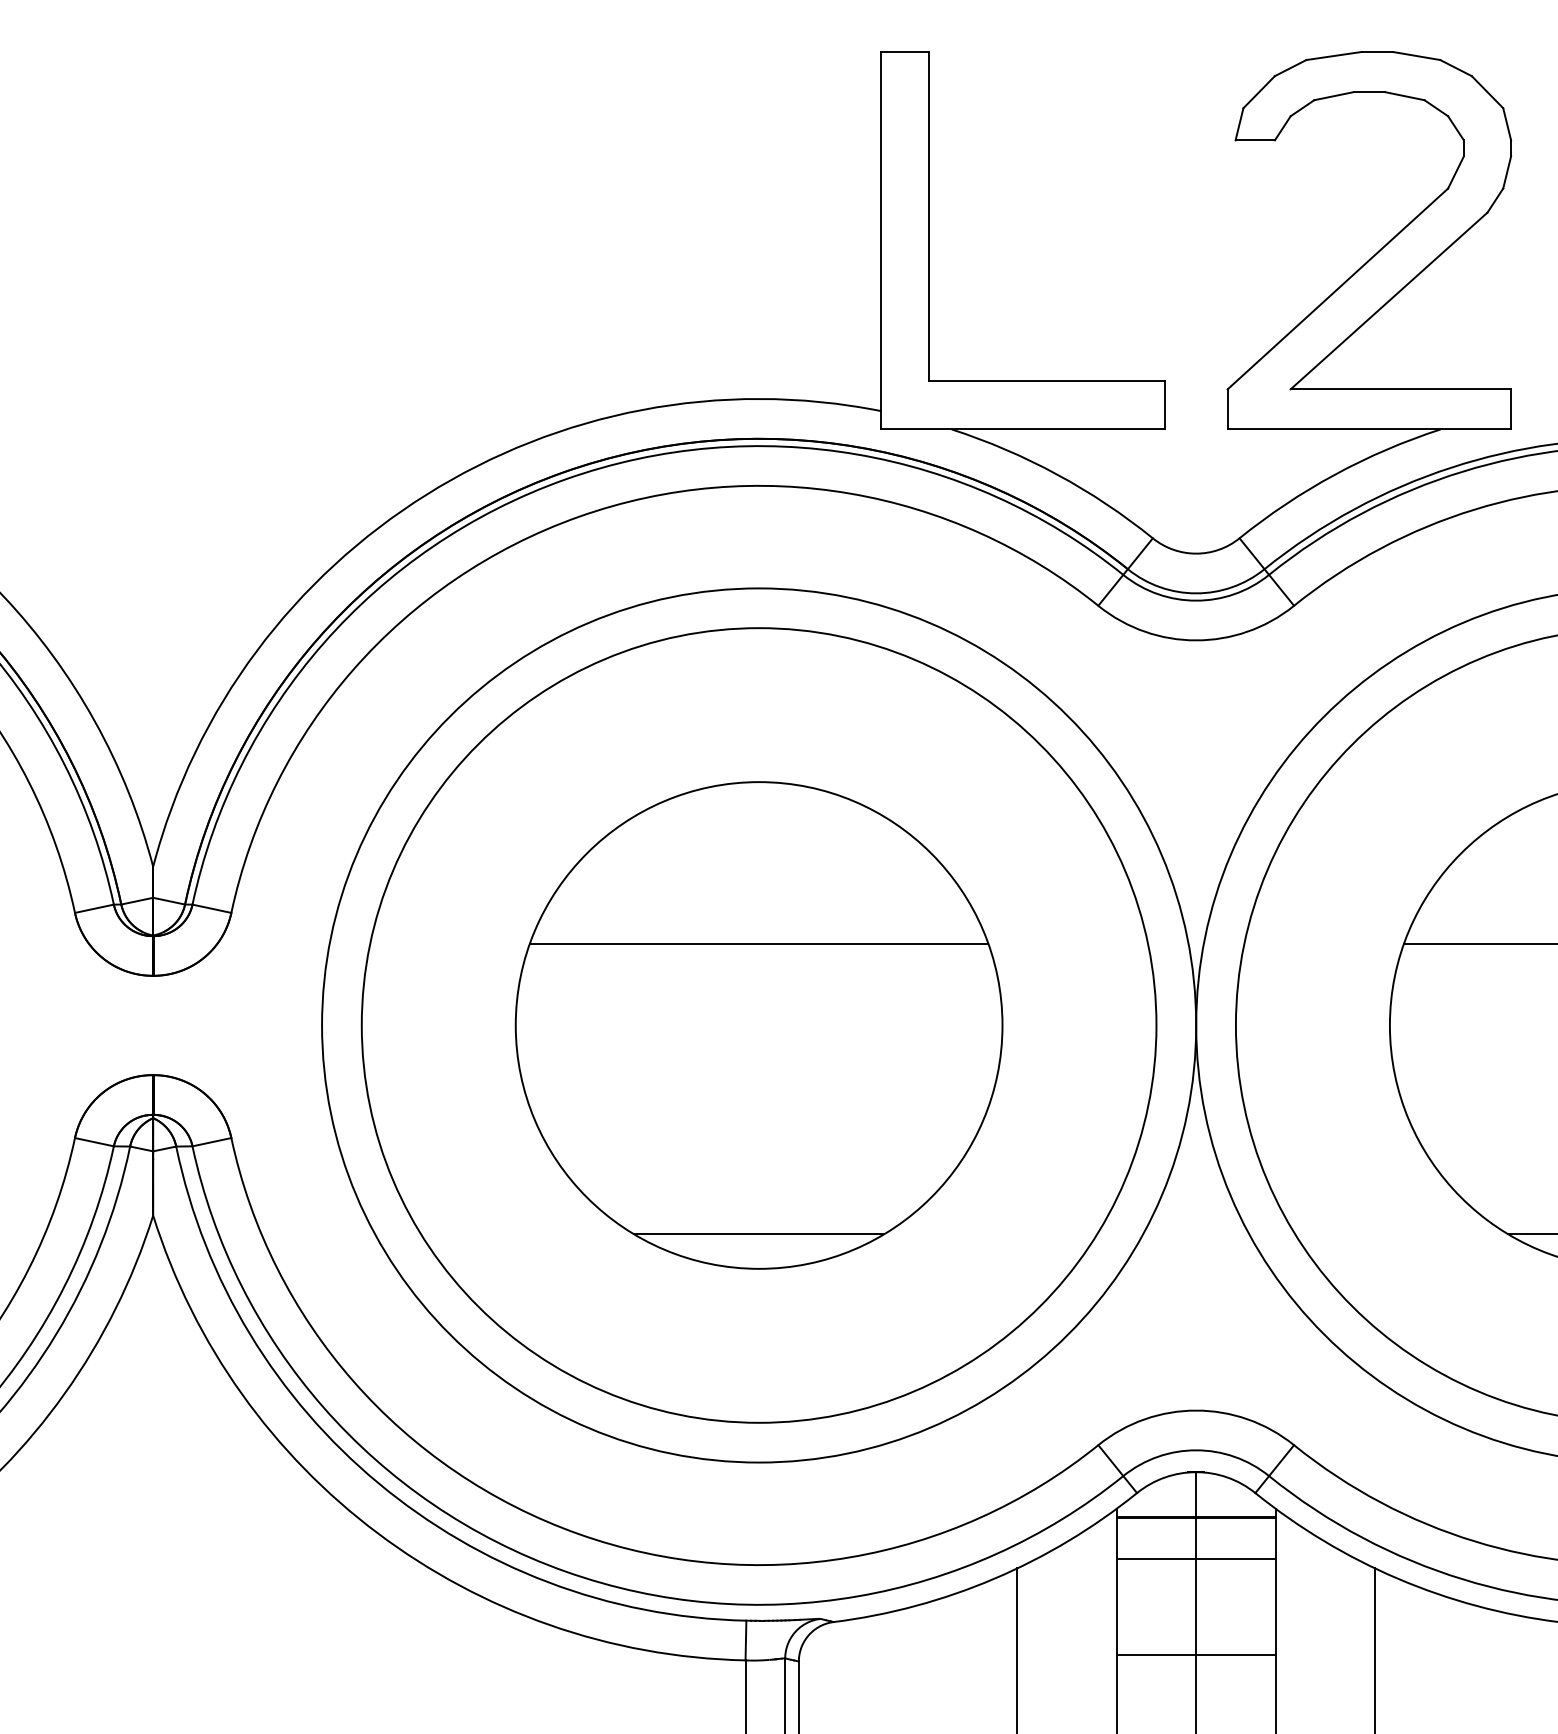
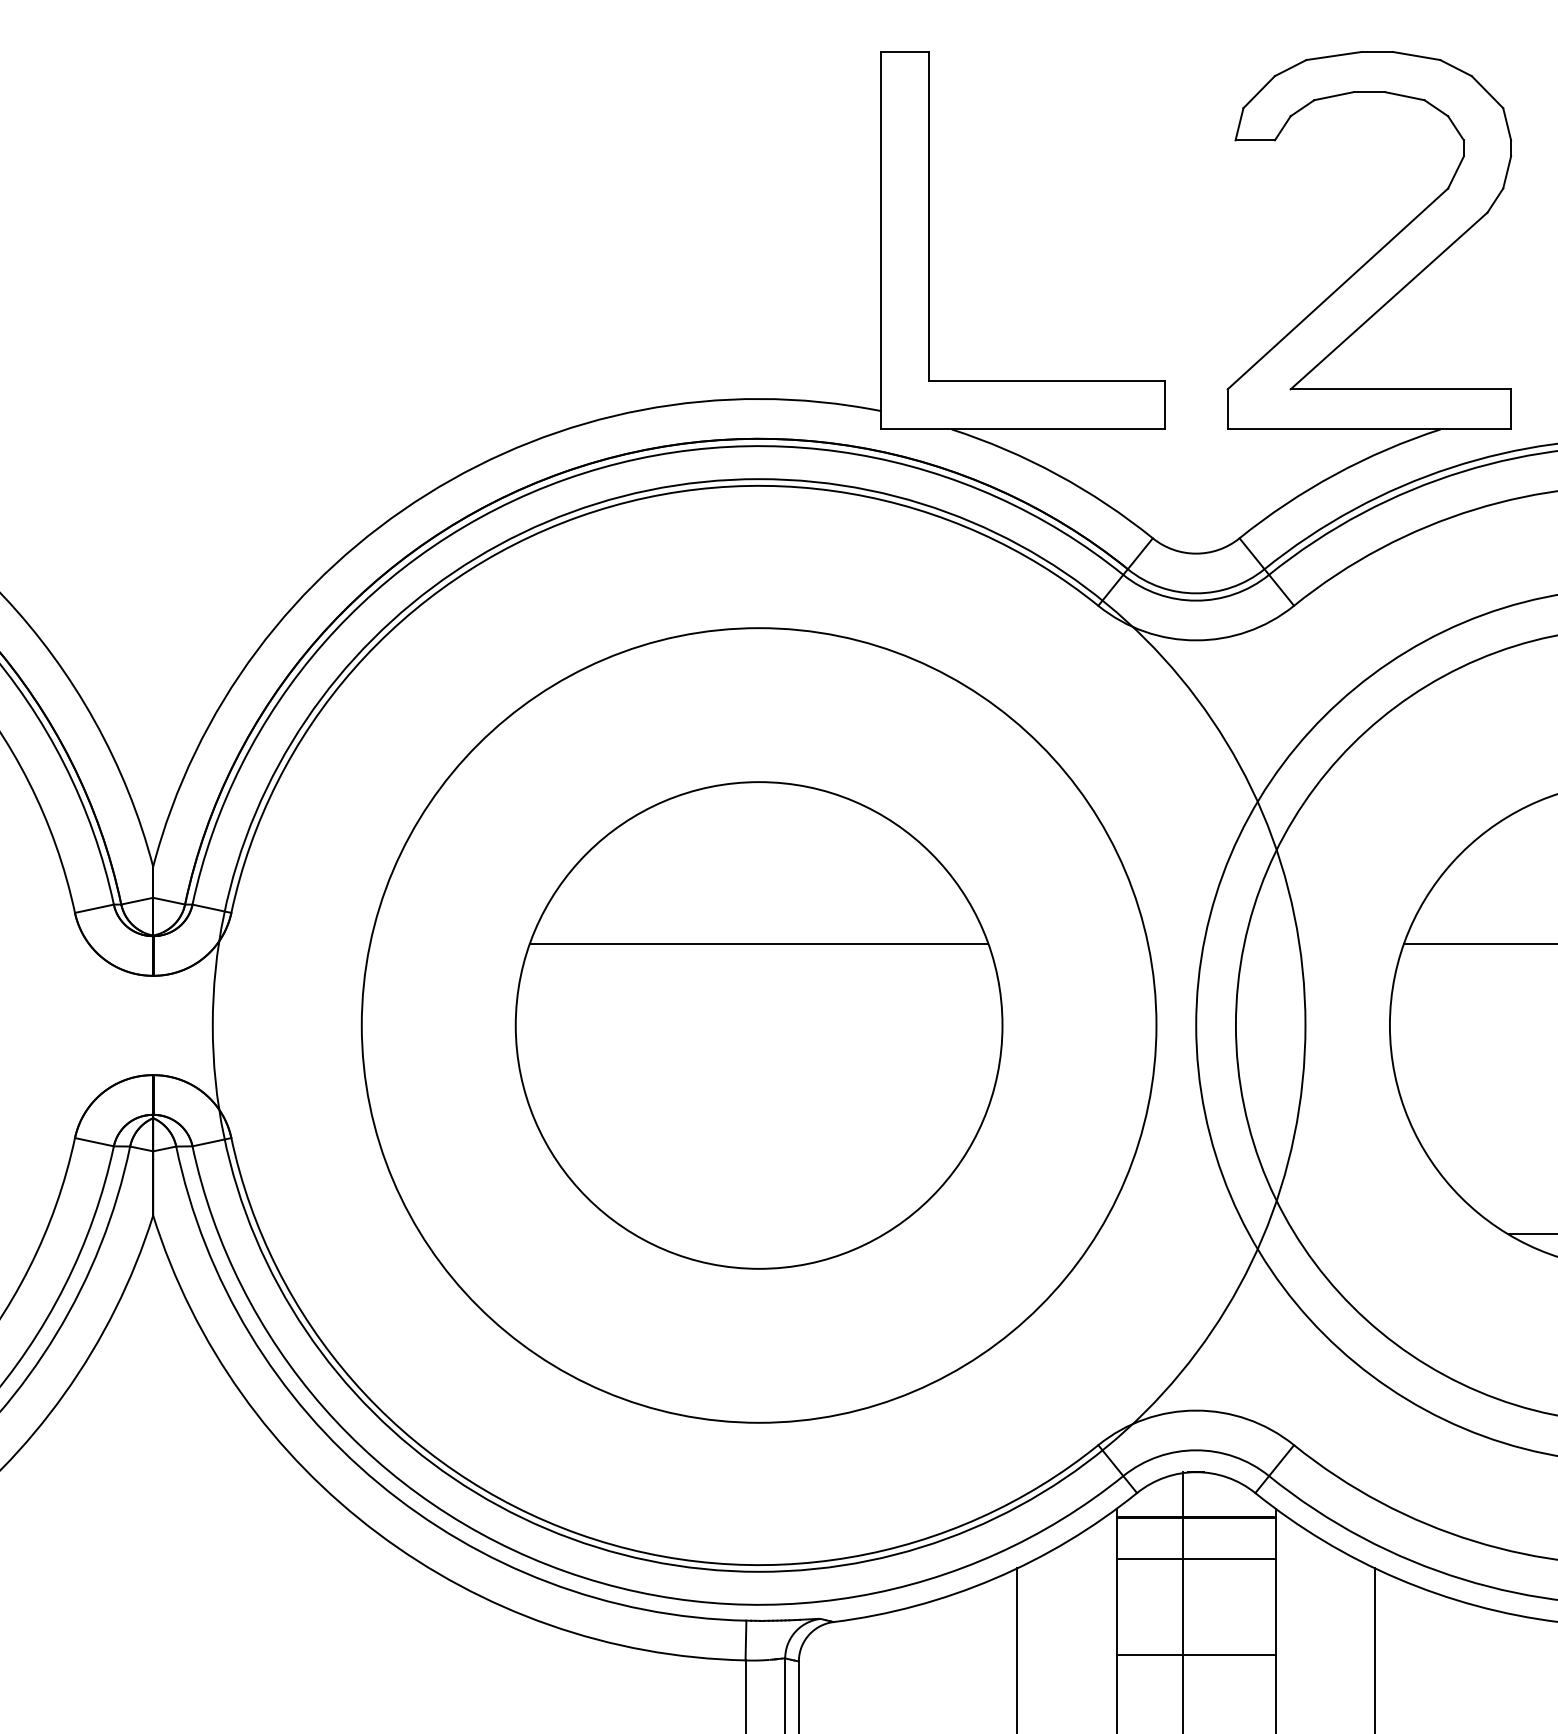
circle at (759, 1025) diameter: 874 px -> 1093 px
line at (759, 1234): present -> none
line at (1196, 1601) position: (1196, 1601) -> (1183, 1601)
